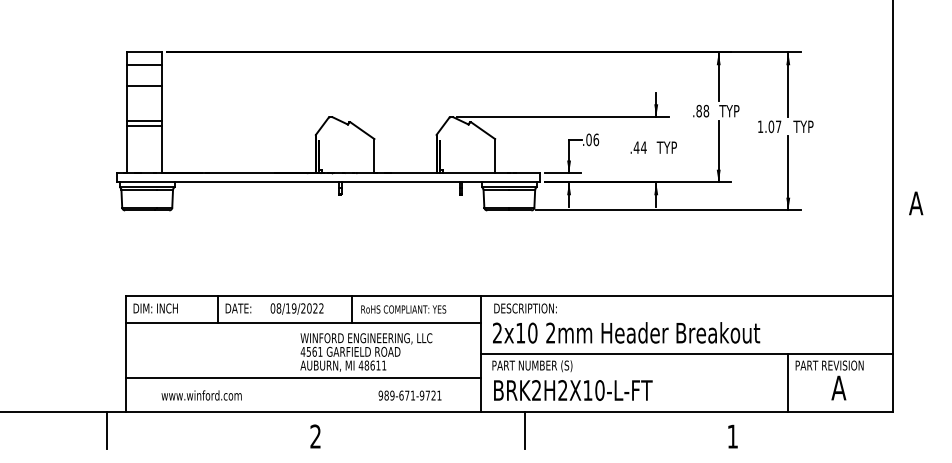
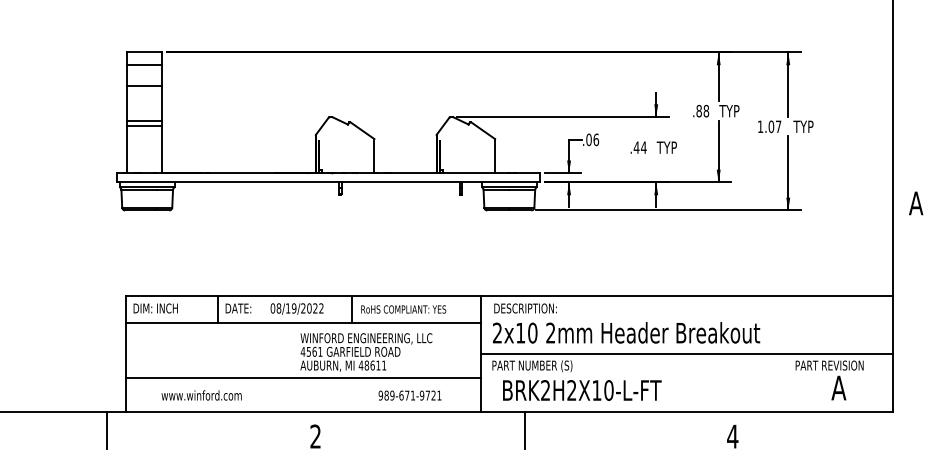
line at (788, 383): present -> none
text at (573, 390) position: (573, 390) -> (582, 390)
text at (732, 436): 1 -> 4
